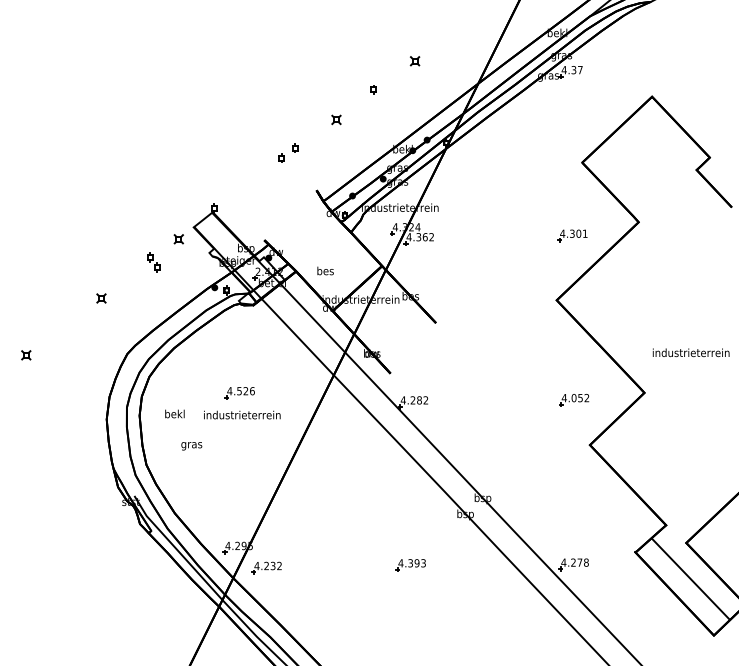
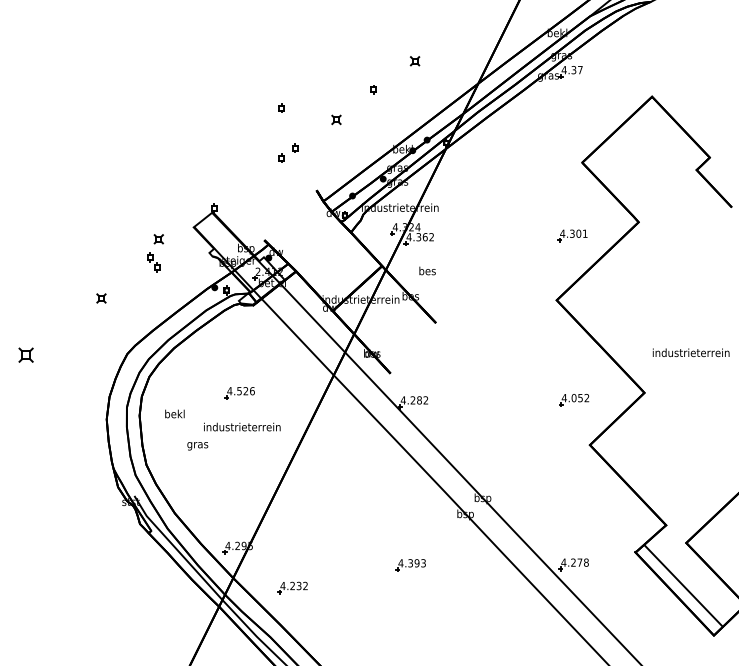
part at (281, 107): none -> present
part at (178, 239) position: (178, 239) -> (158, 239)
text at (325, 270) position: (325, 270) -> (427, 270)
part at (26, 355) size: 11x11 px -> 16x16 px
text at (242, 414) position: (242, 414) -> (242, 426)
text at (191, 446) position: (191, 446) -> (197, 446)
part at (266, 567) position: (266, 567) -> (292, 587)
line at (690, 578) position: (690, 578) -> (683, 585)
